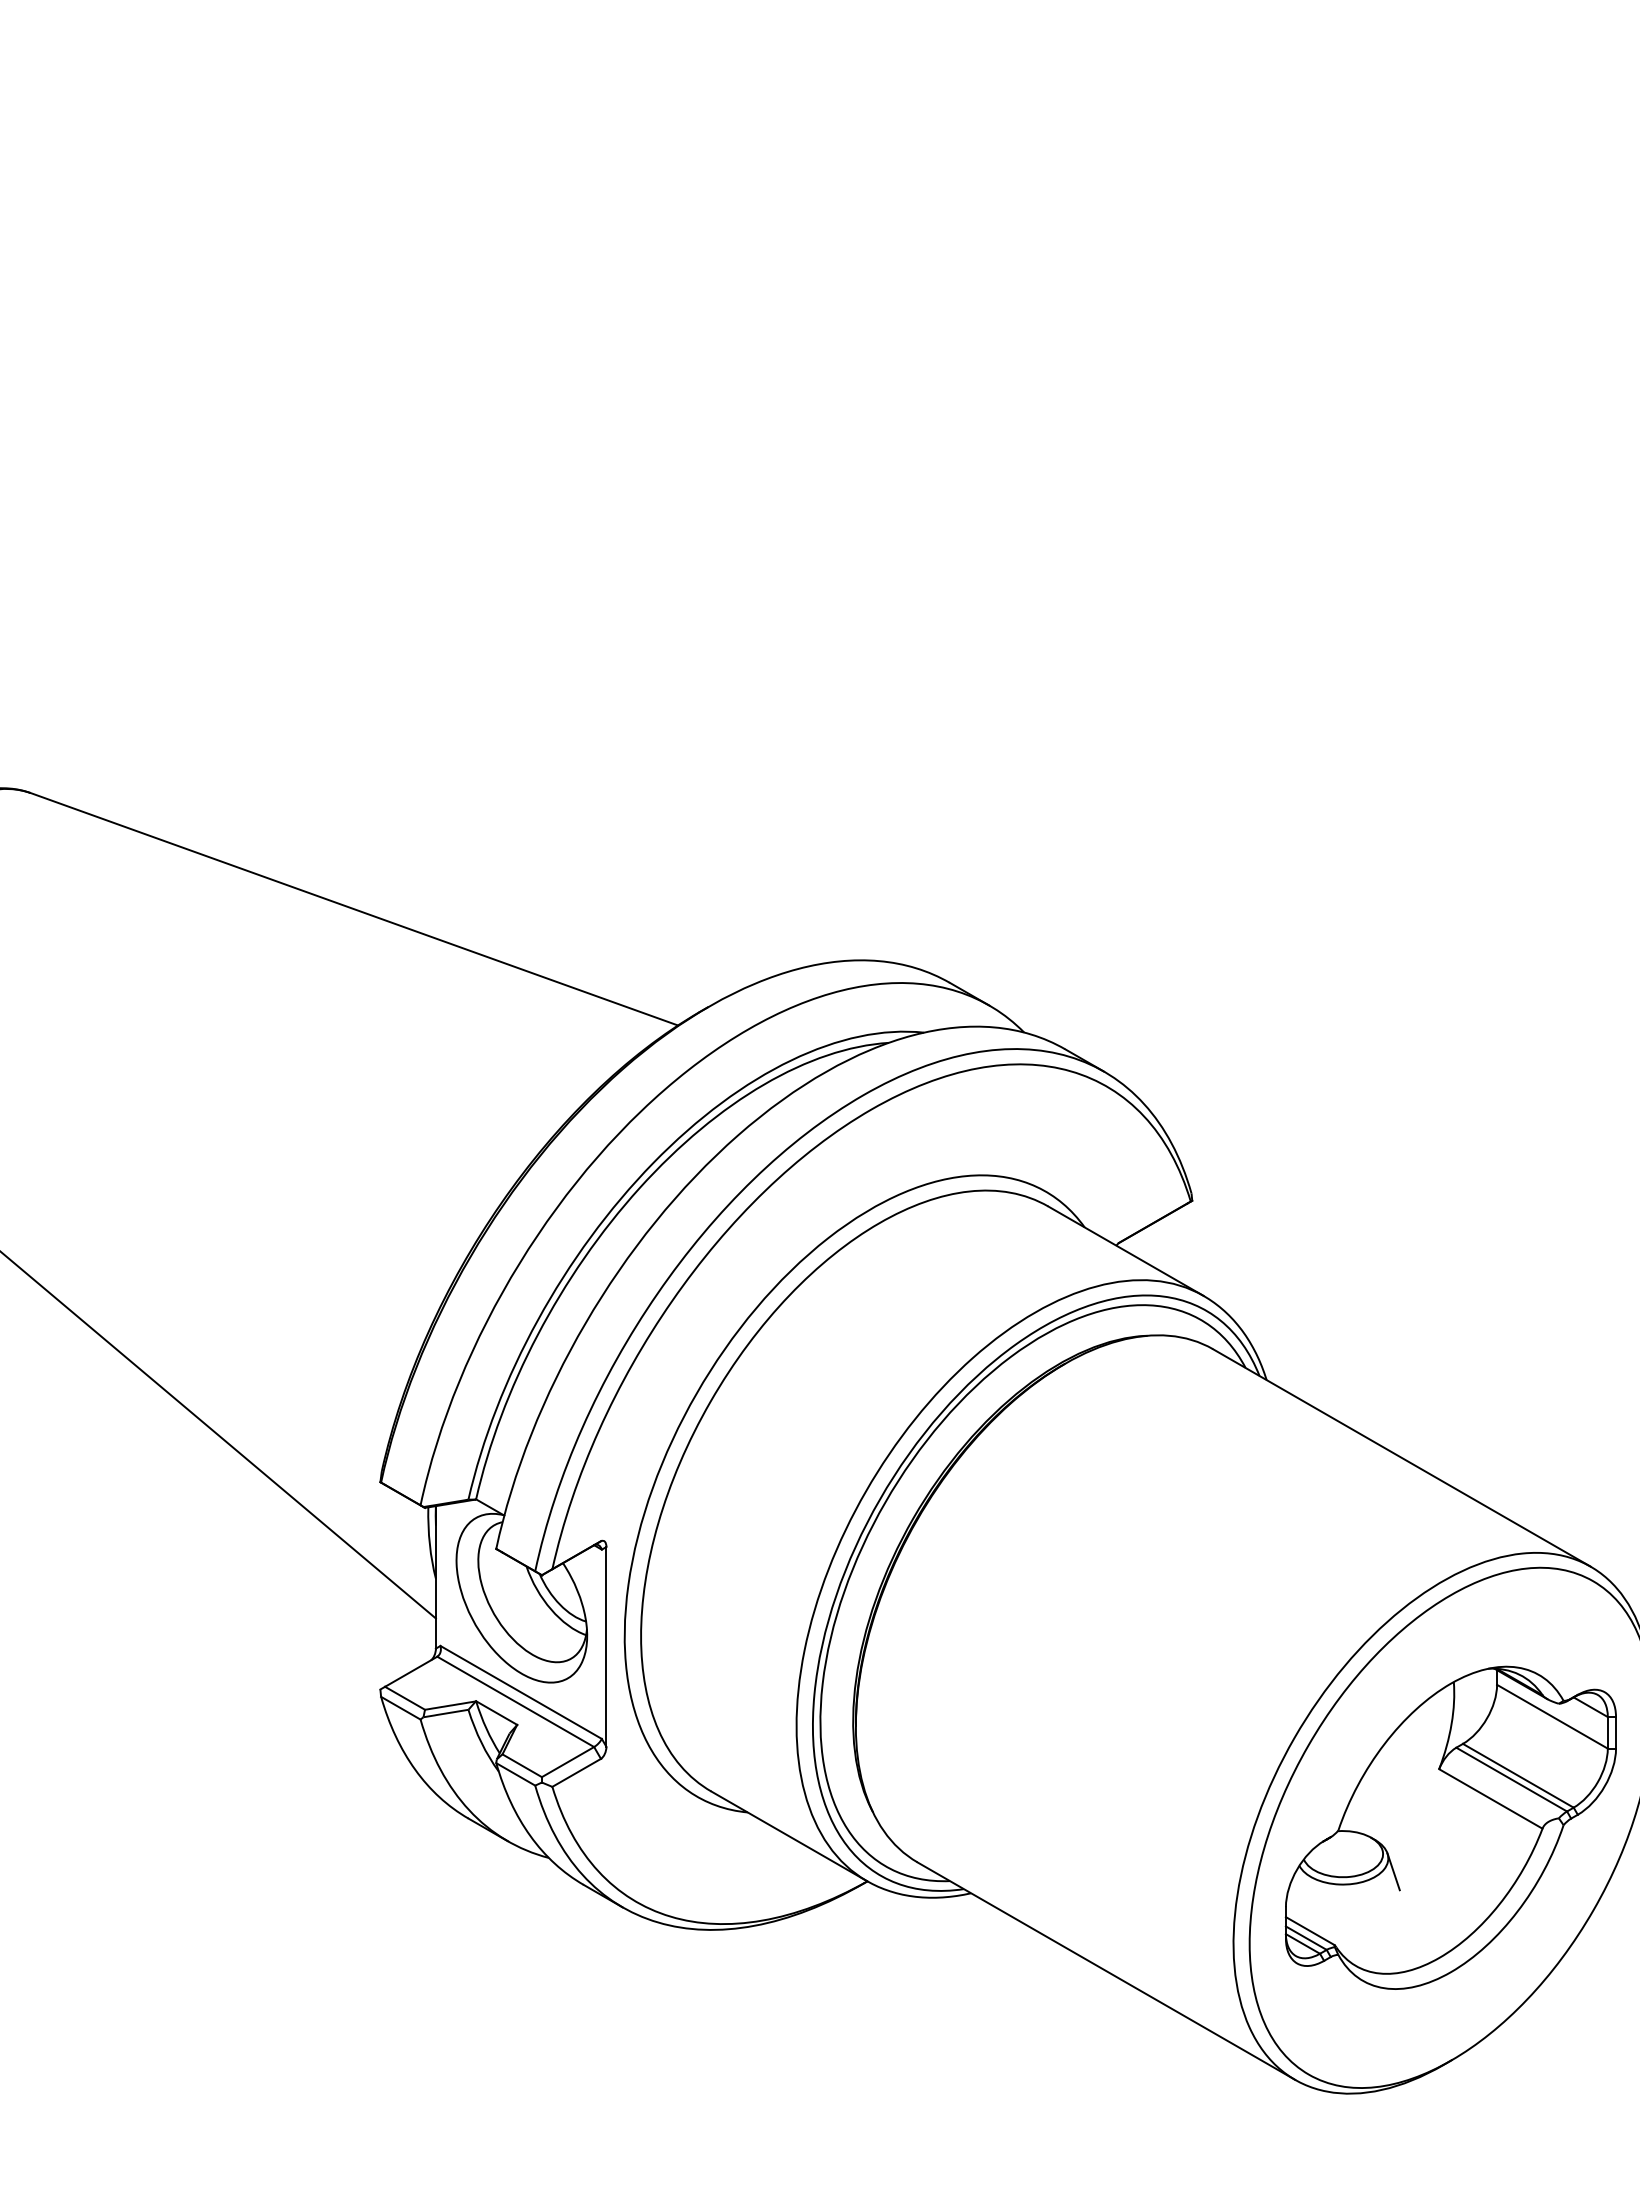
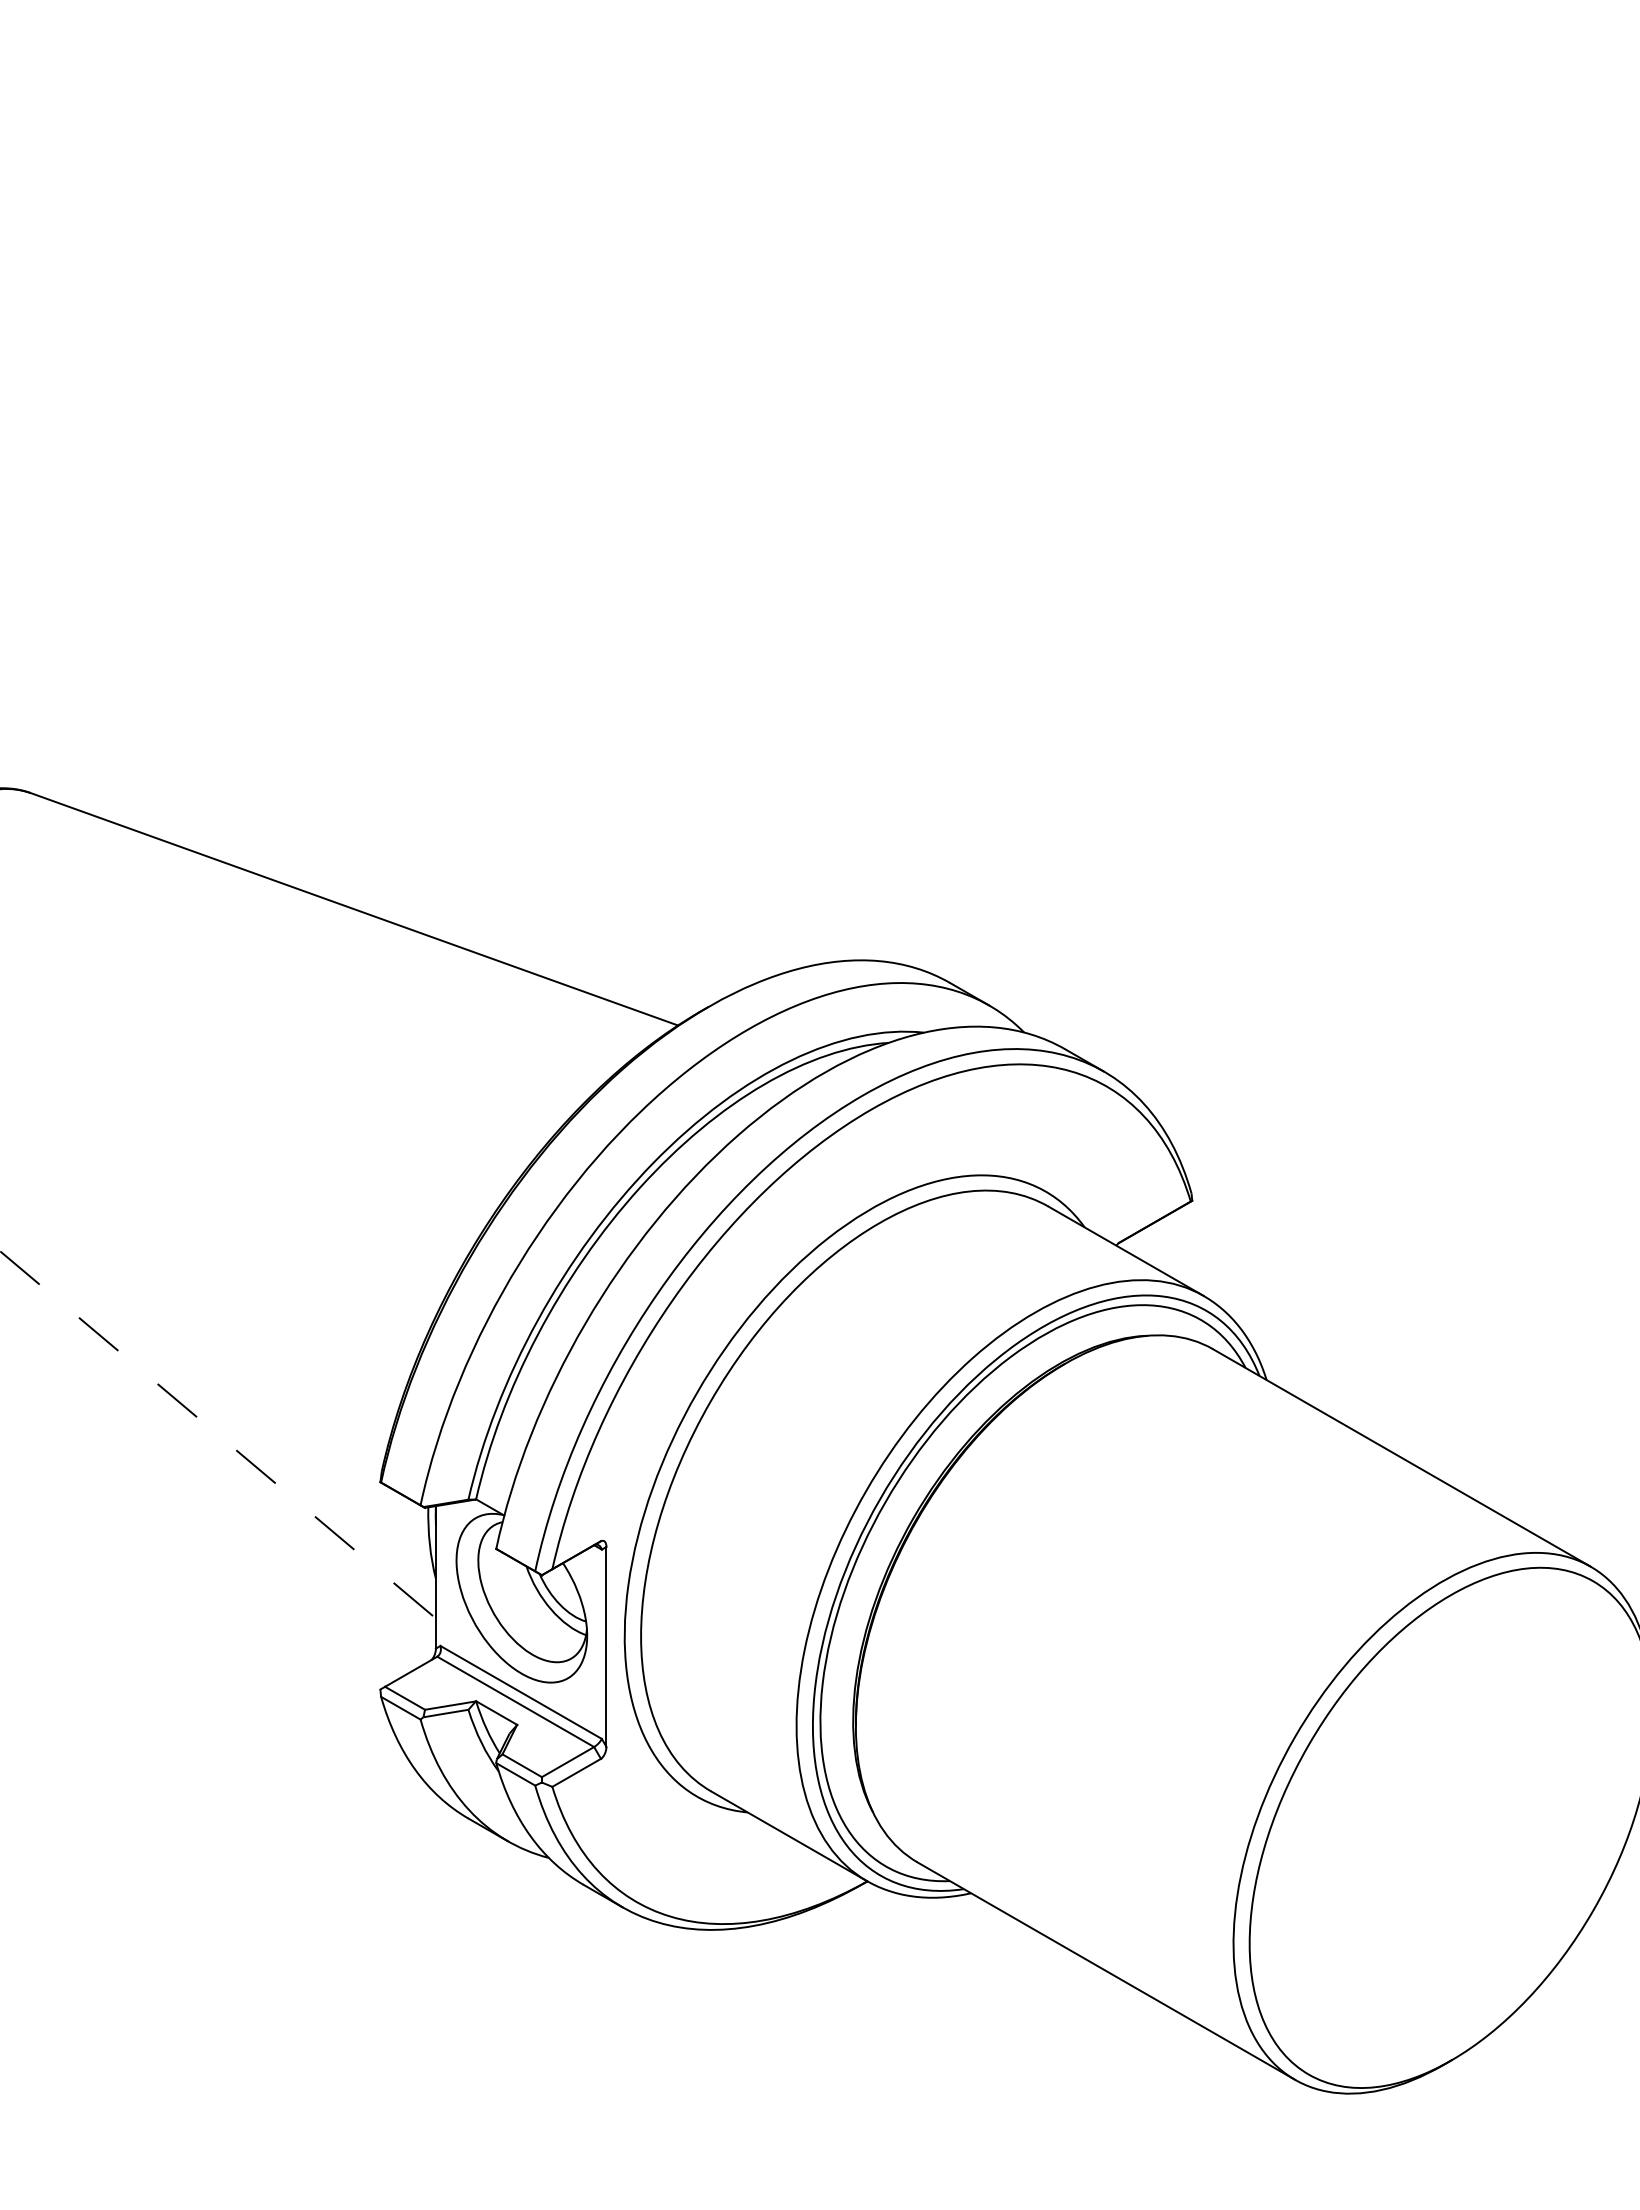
line at (218, 1434): solid -> dashed
part at (1450, 1827): present -> none
